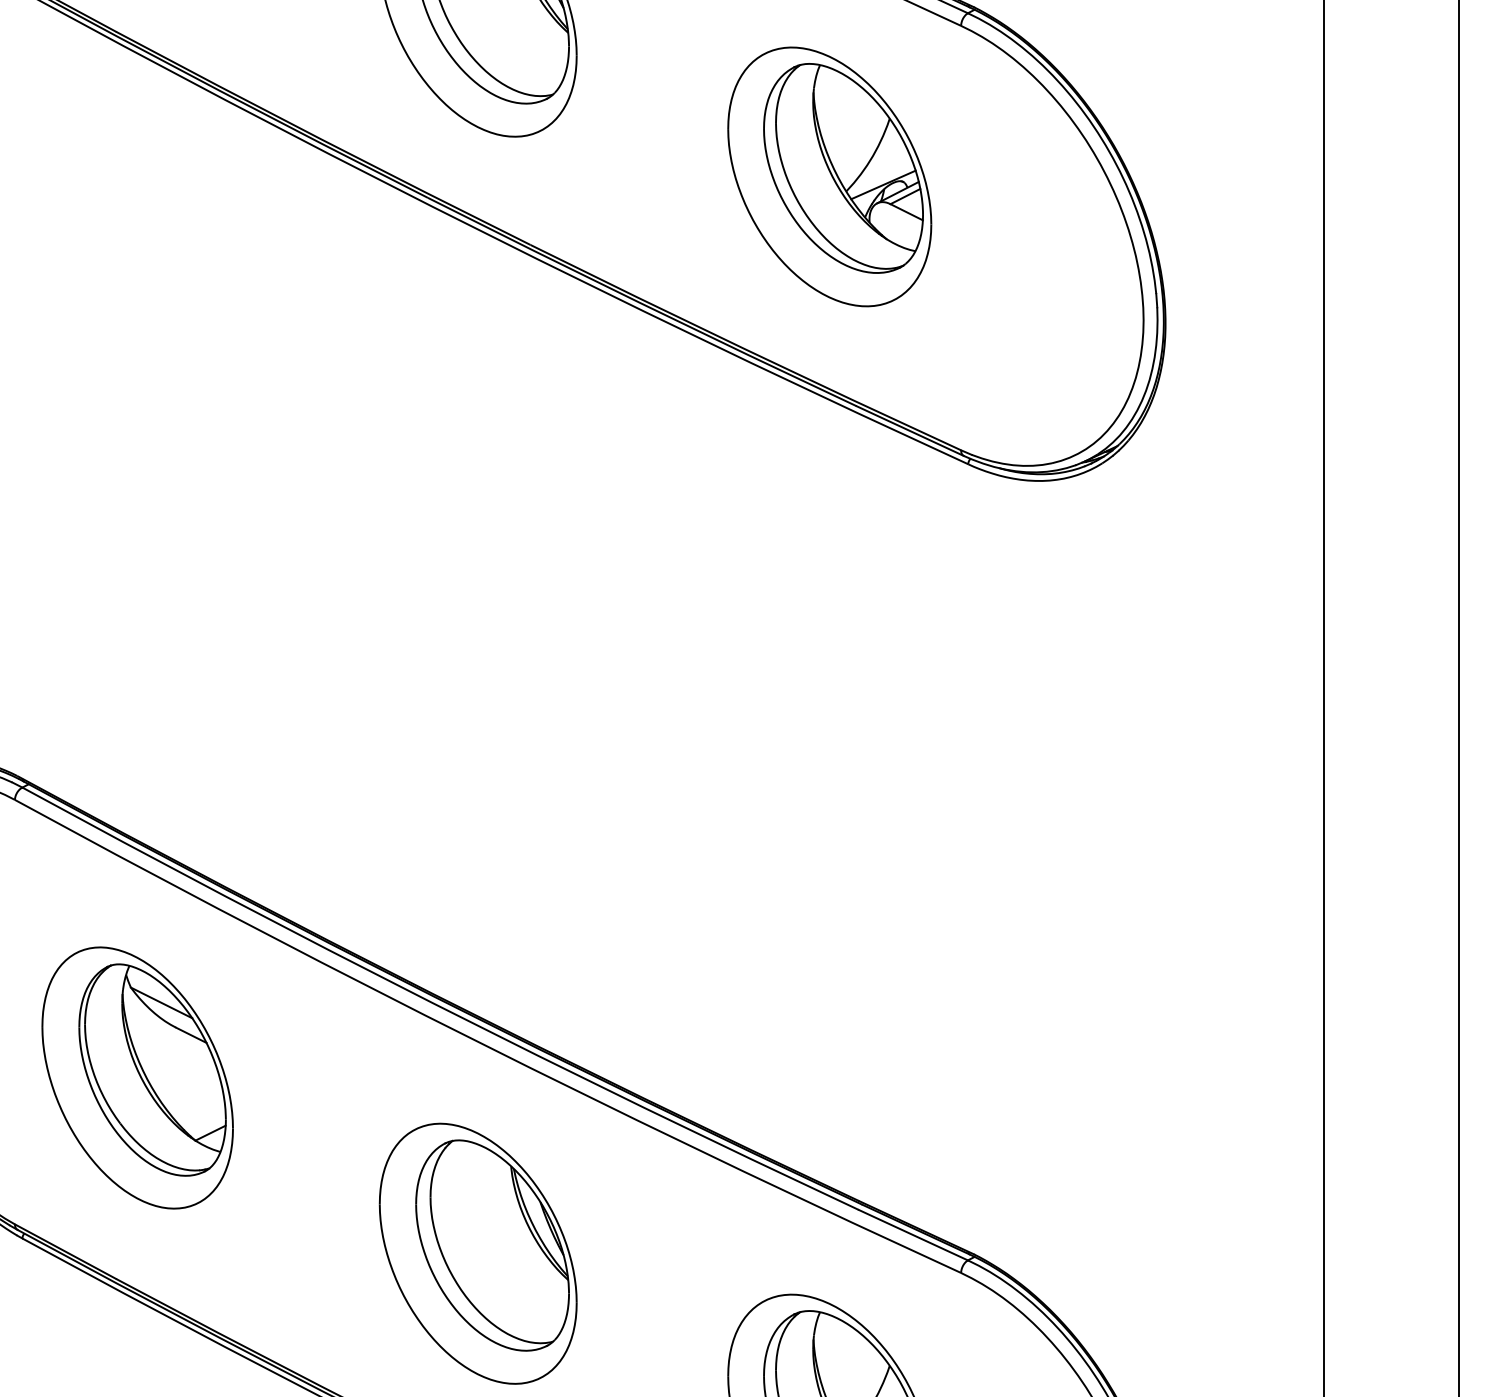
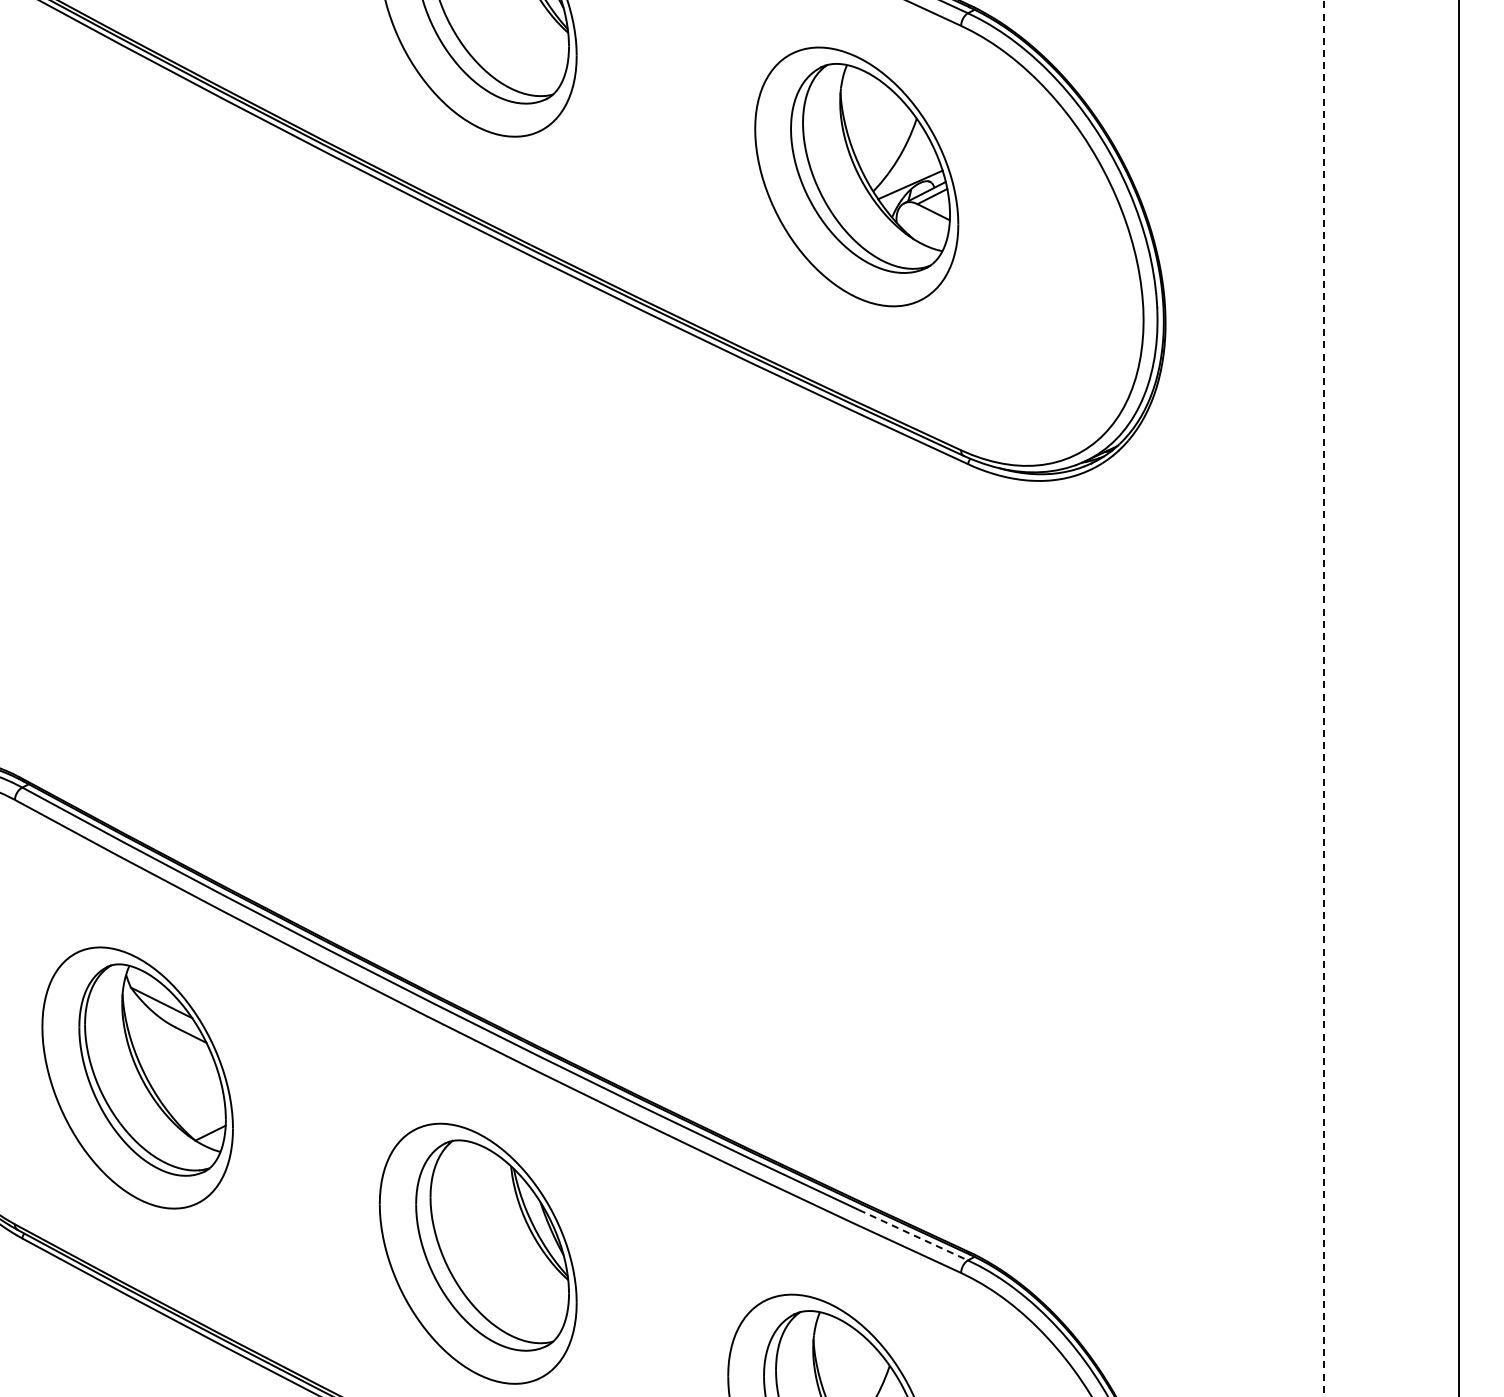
part at (829, 176) position: (829, 176) -> (856, 176)
line at (1323, 697): solid -> dashed
line at (913, 1235): solid -> dashed
